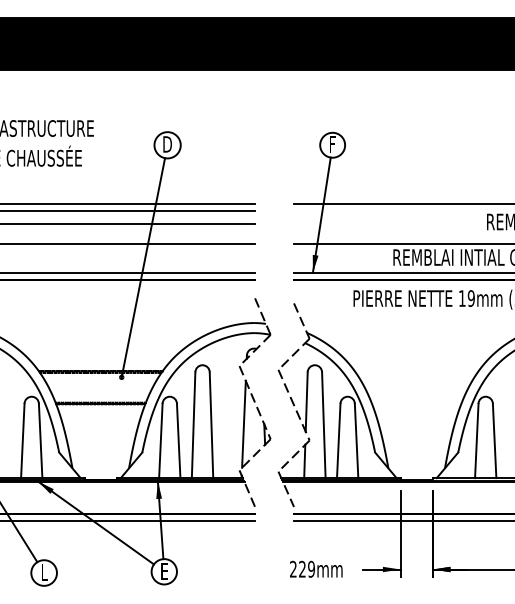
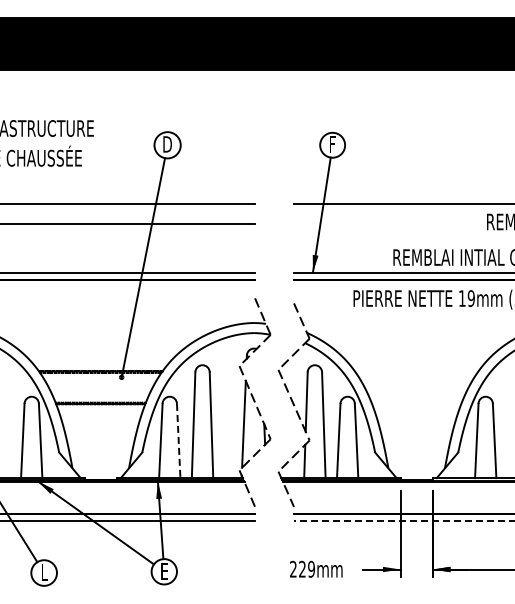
line at (128, 211): present -> none
line at (128, 243): present -> none
line at (402, 243): present -> none
line at (178, 441): solid -> dashed
line at (403, 520): solid -> dashed
